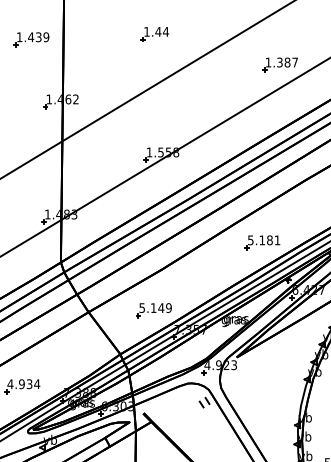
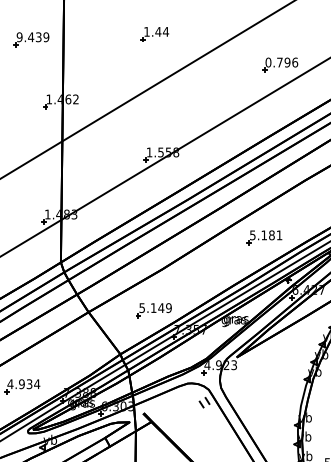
text at (19, 37): 1.439 -> 9.439
text at (281, 62): 1.387 -> 0.796
part at (262, 242) position: (262, 242) -> (264, 237)
